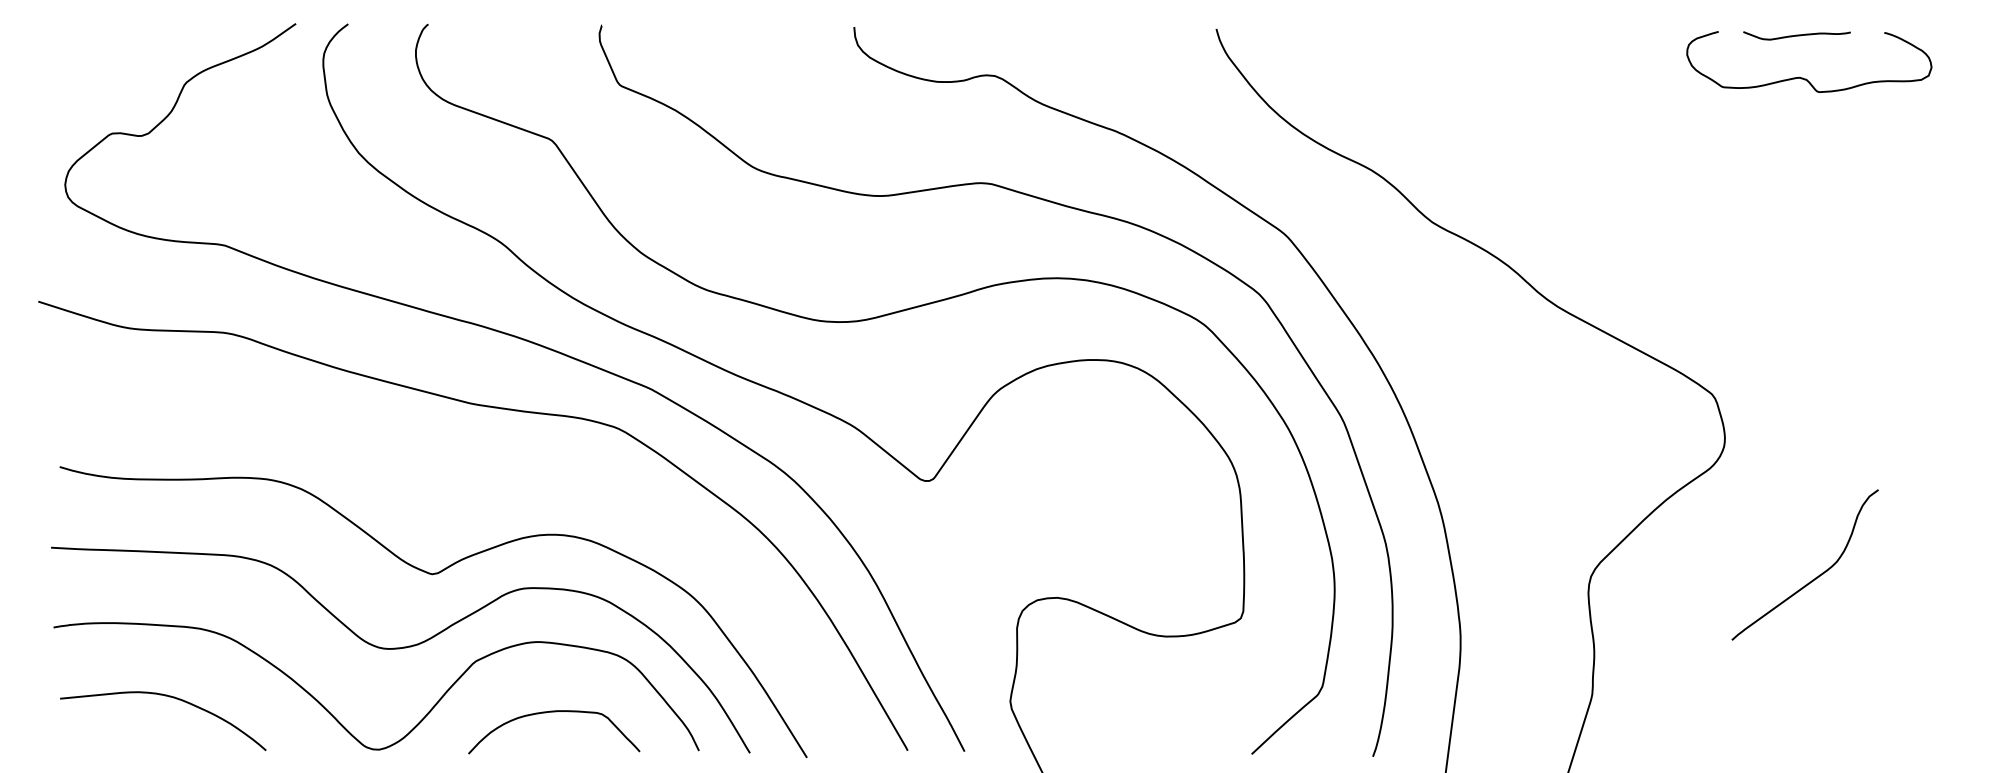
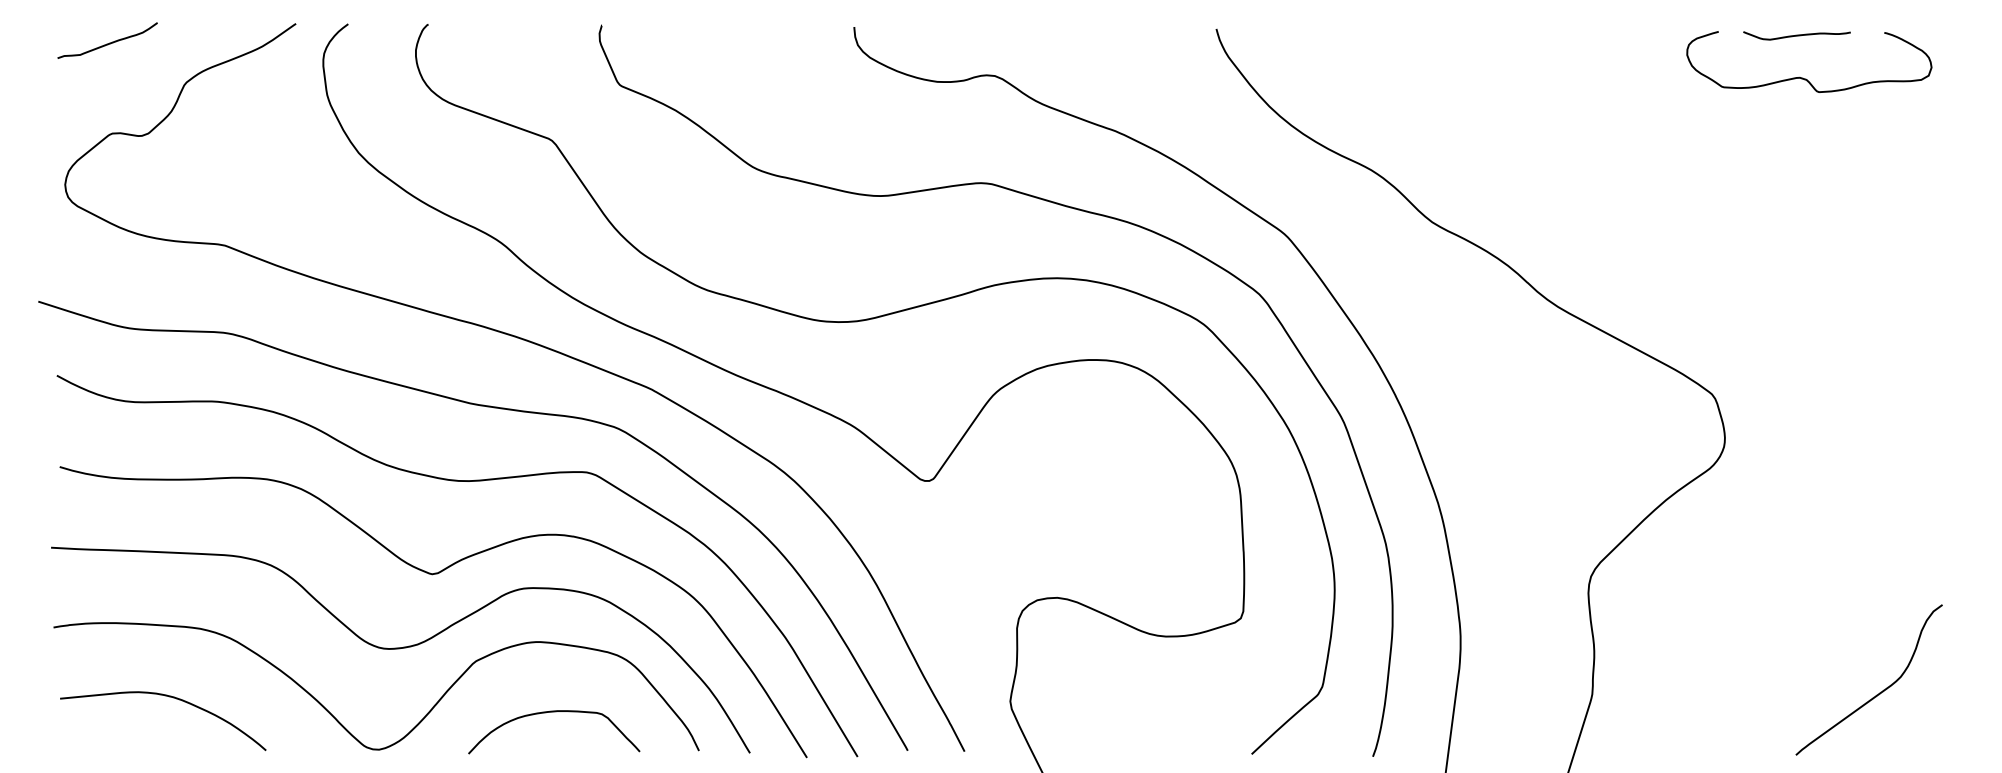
curve at (109, 42): none -> present
curve at (457, 481): none -> present
curve at (1812, 579) position: (1812, 579) -> (1876, 694)
